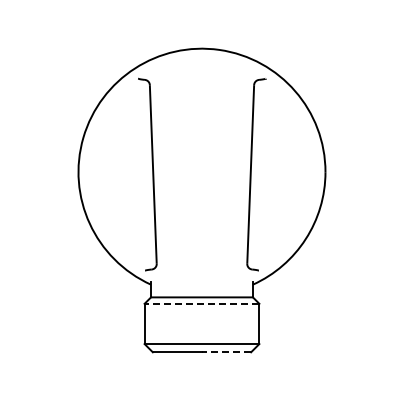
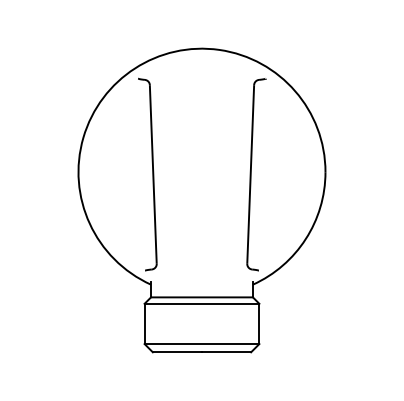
line at (201, 303): dashed -> solid
line at (226, 352): dashed -> solid
